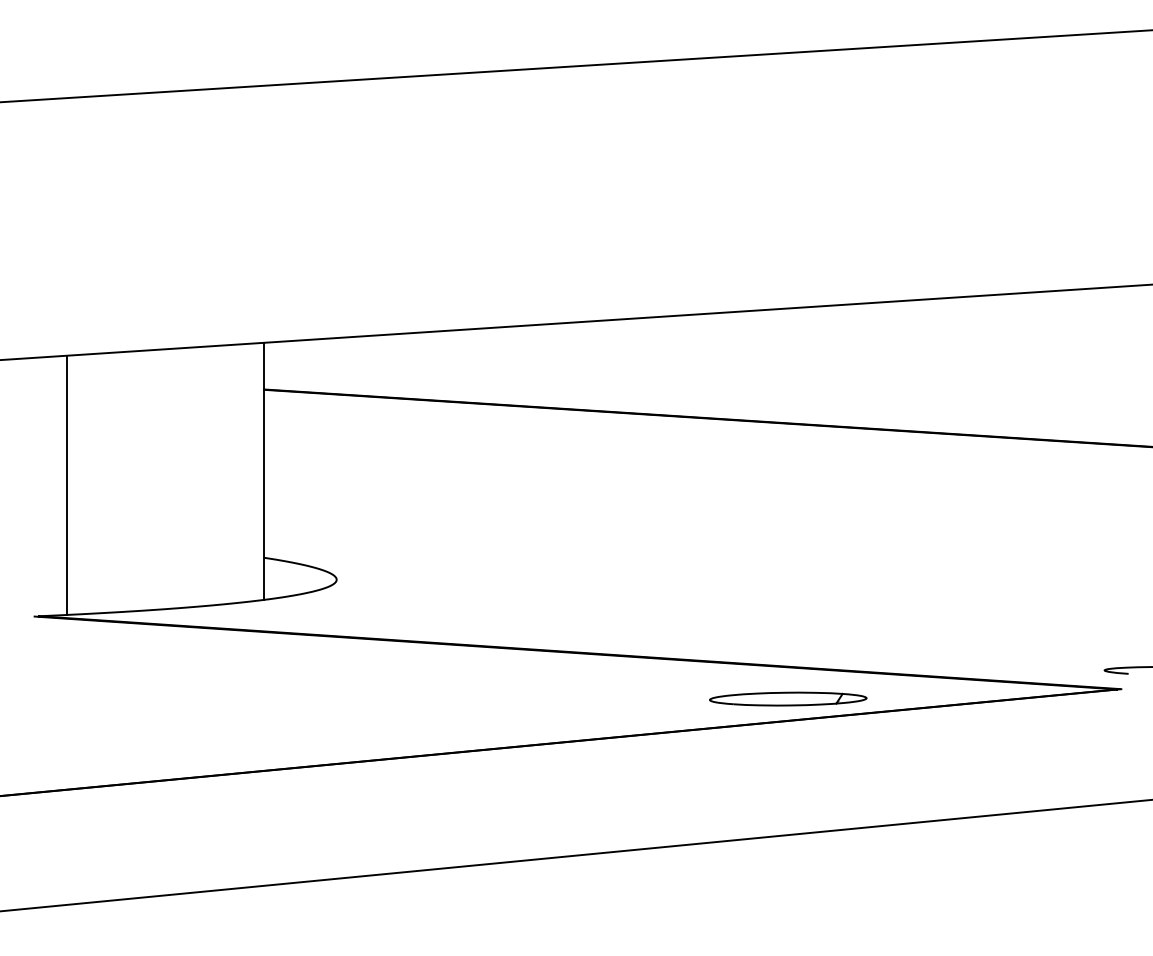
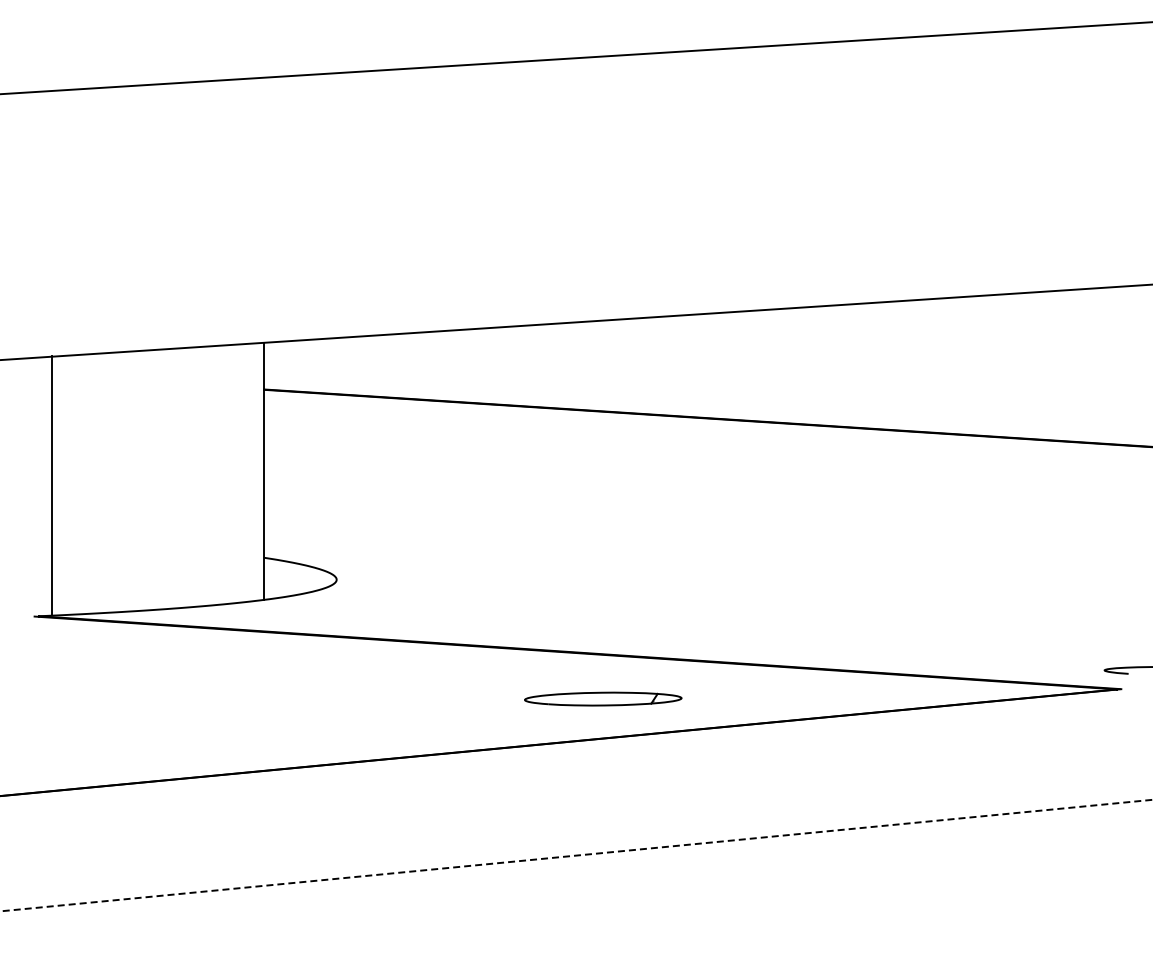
line at (575, 66) position: (575, 66) -> (575, 58)
line at (67, 484) position: (67, 484) -> (52, 484)
part at (788, 698) position: (788, 698) -> (603, 698)
line at (575, 855): solid -> dashed
